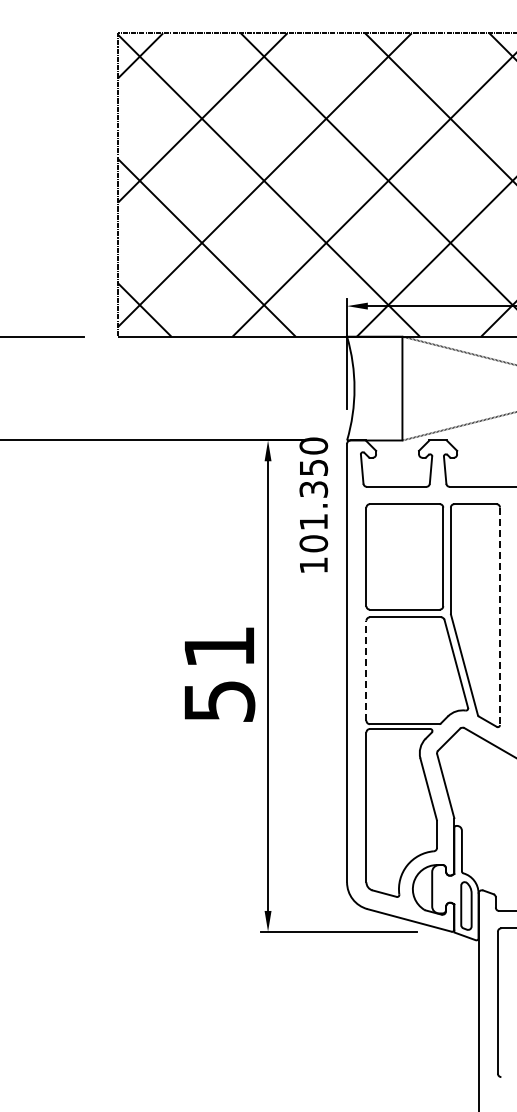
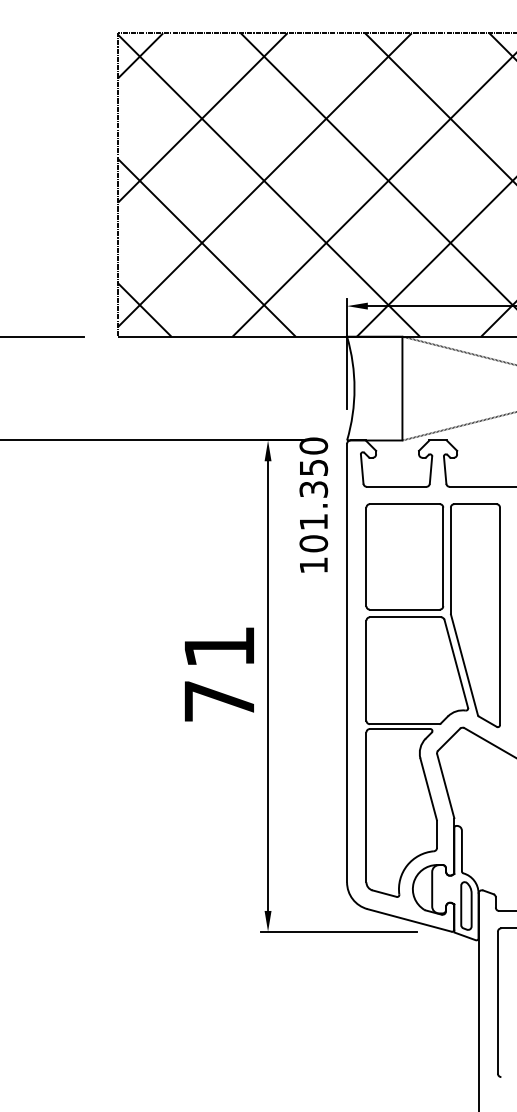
line at (500, 616): dashed -> solid
line at (366, 670): dashed -> solid
text at (219, 701): 51 -> 71
